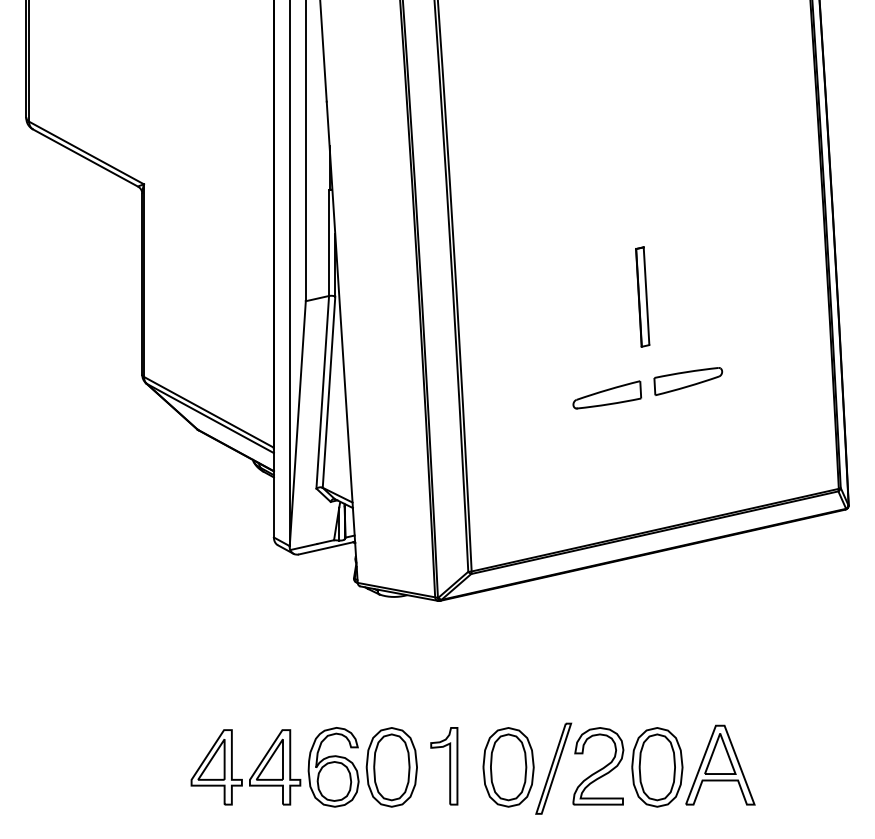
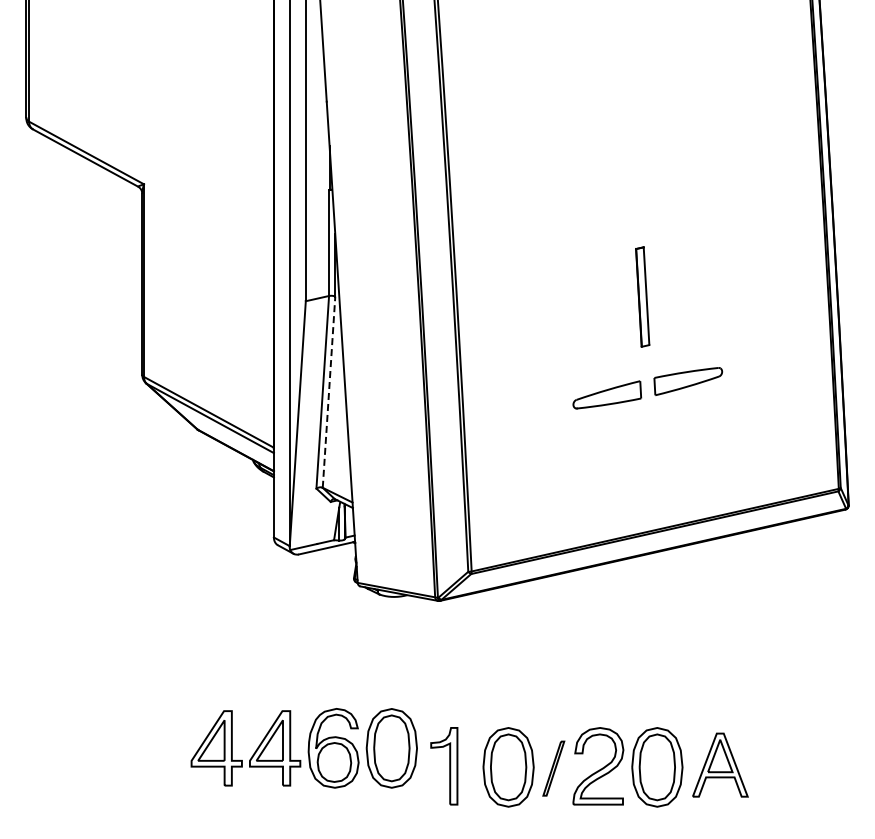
line at (329, 392): solid -> dashed
part at (720, 764) size: 71x82 px -> 57x66 px
part at (303, 767) position: (303, 767) -> (303, 748)
part at (553, 768) size: 38x93 px -> 24x57 px
